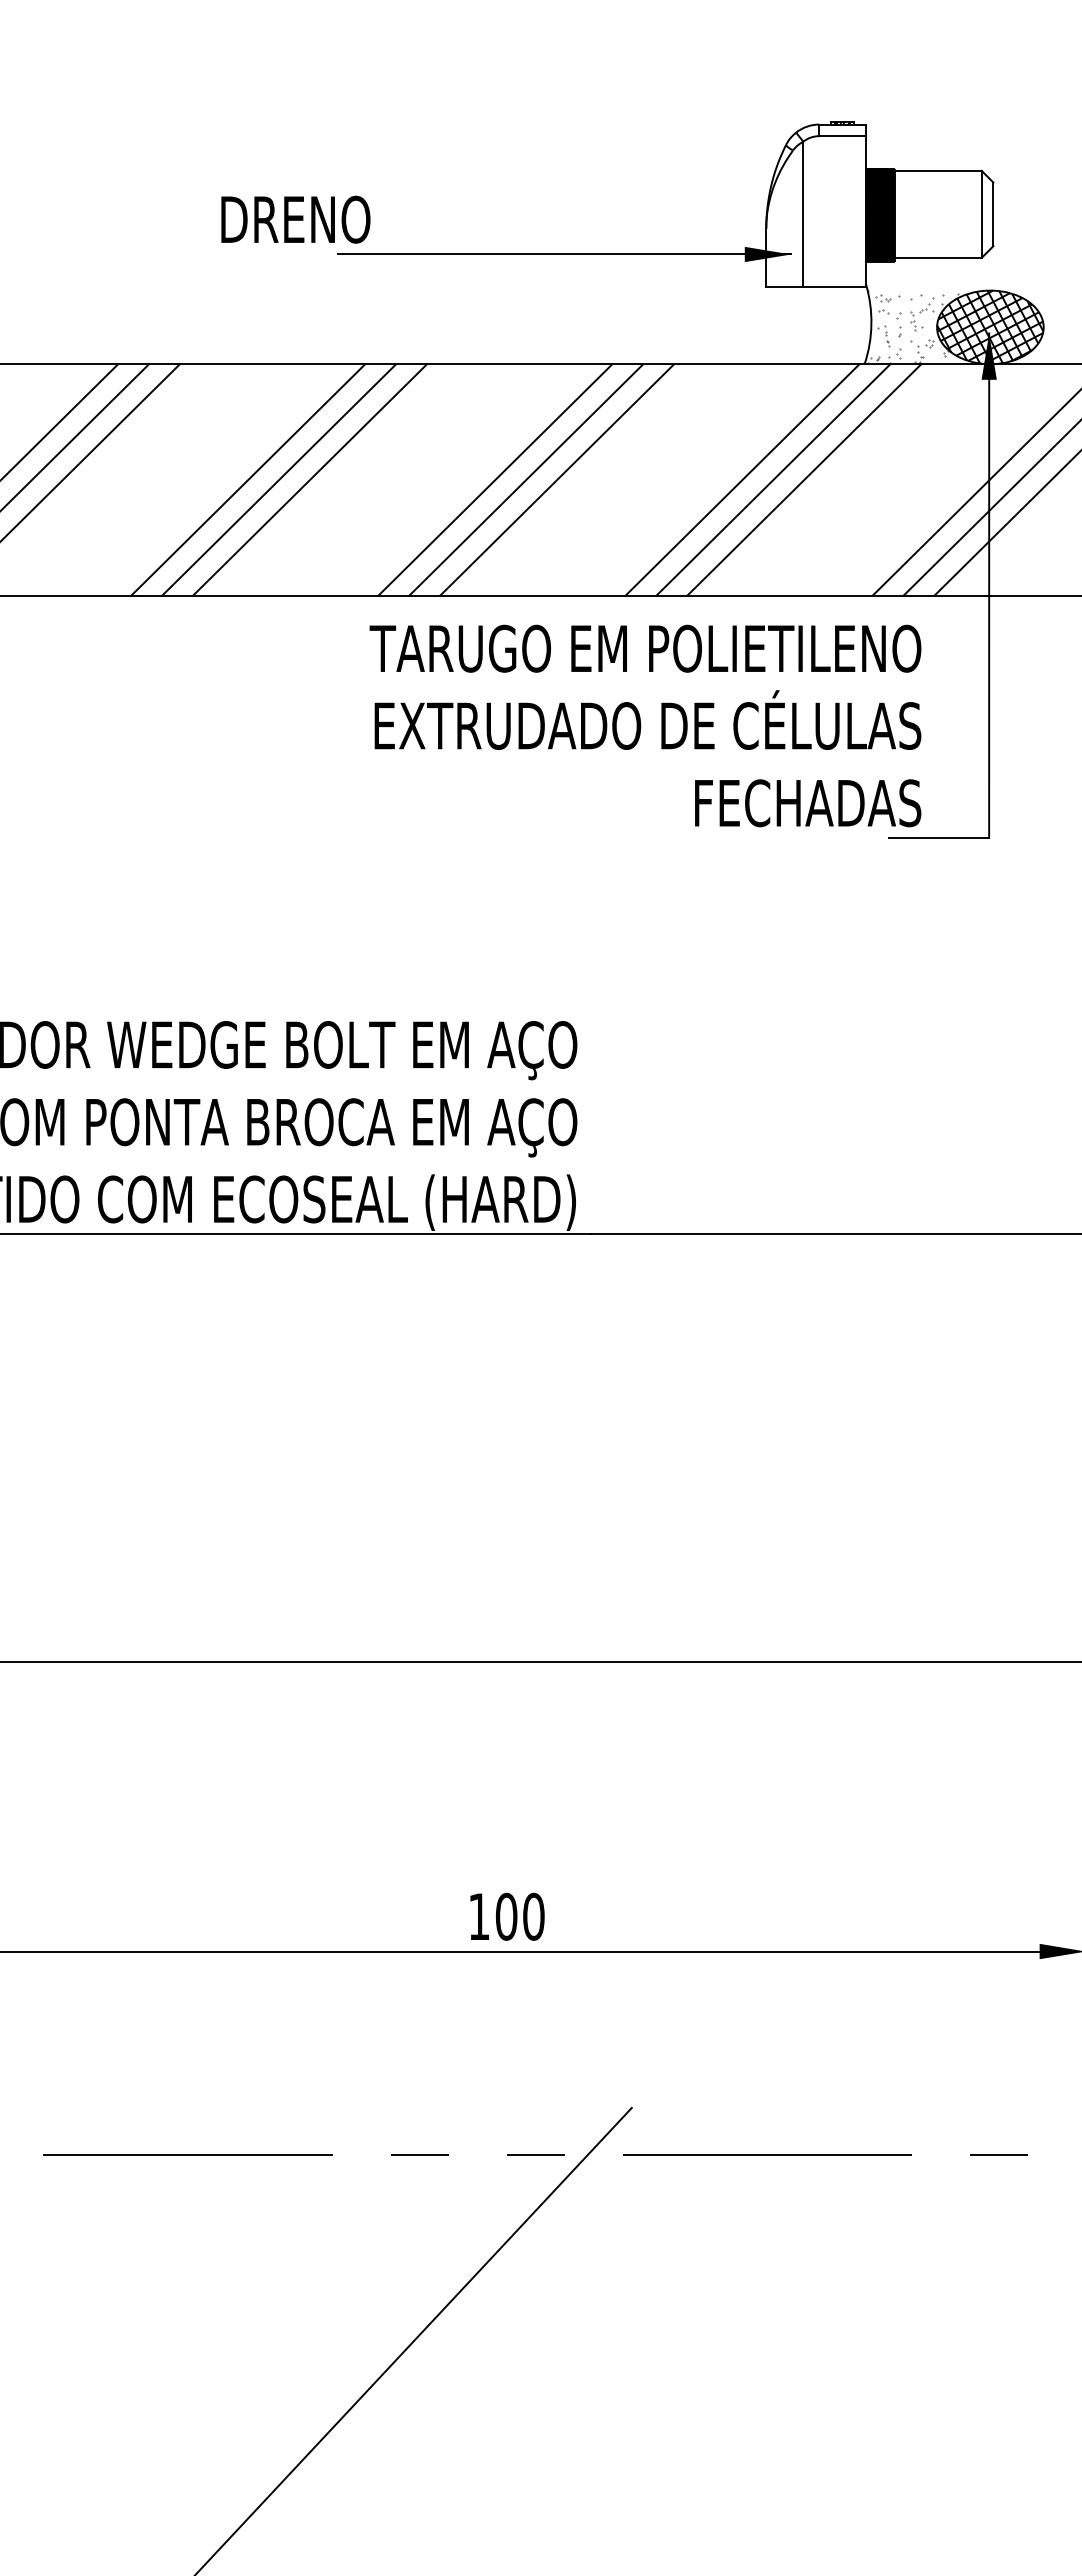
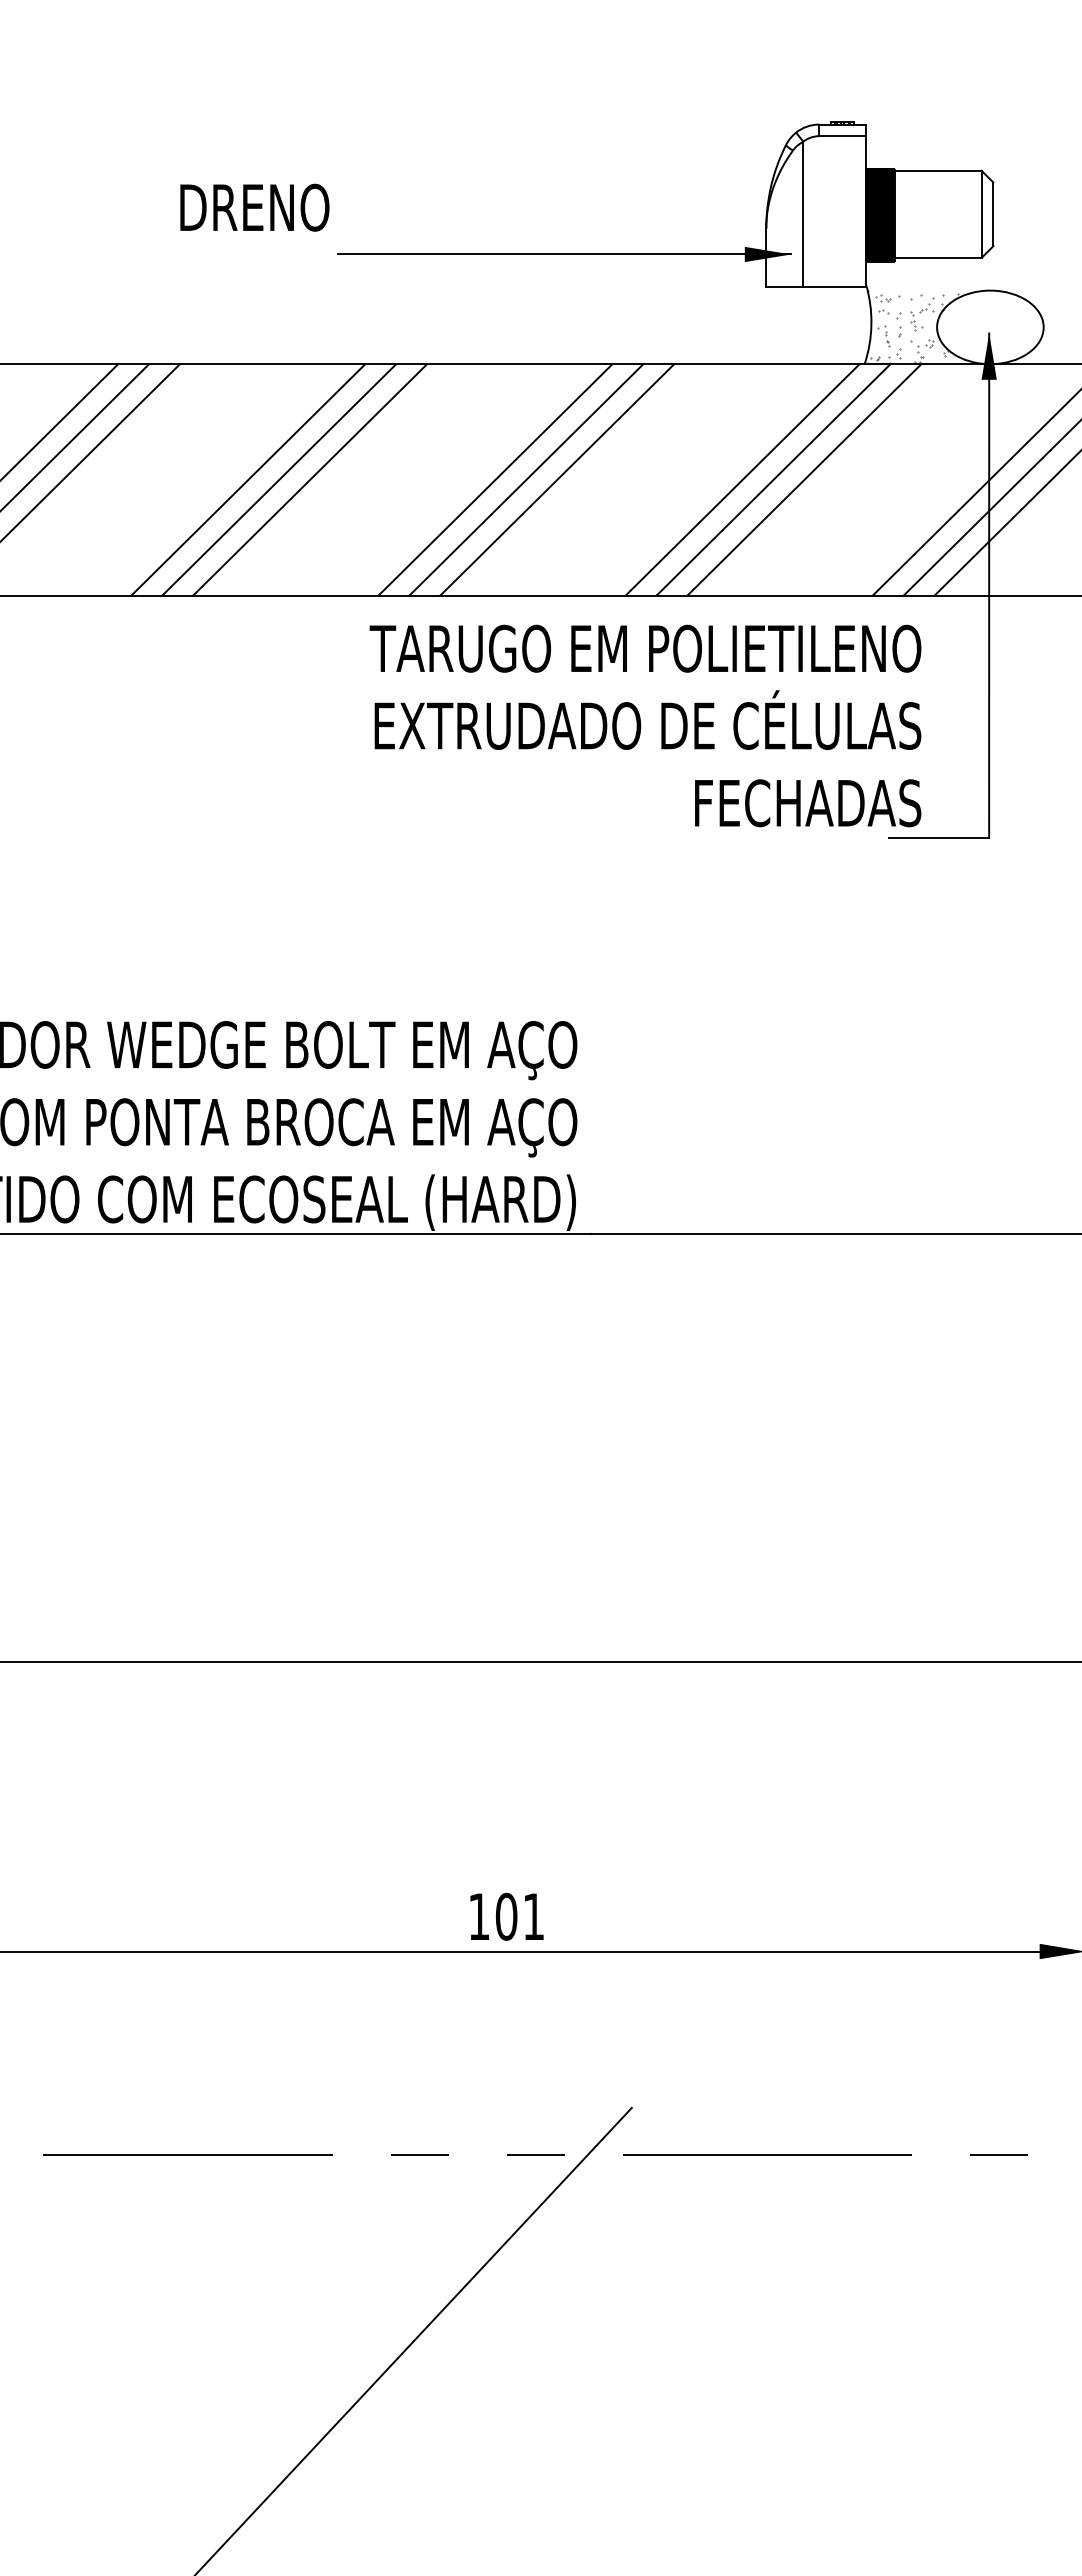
text at (295, 219) position: (295, 219) -> (254, 207)
hatch at (990, 327): present -> none
text at (533, 1916): 100 -> 101
